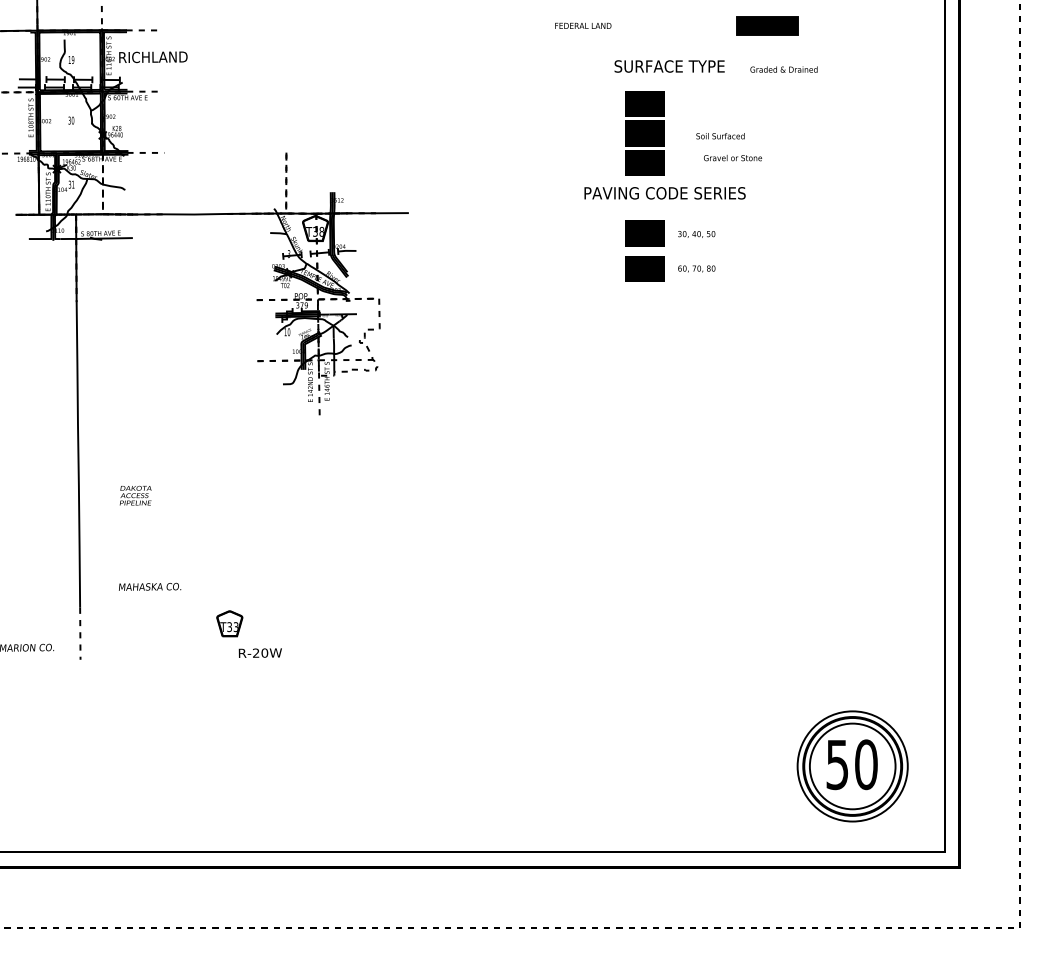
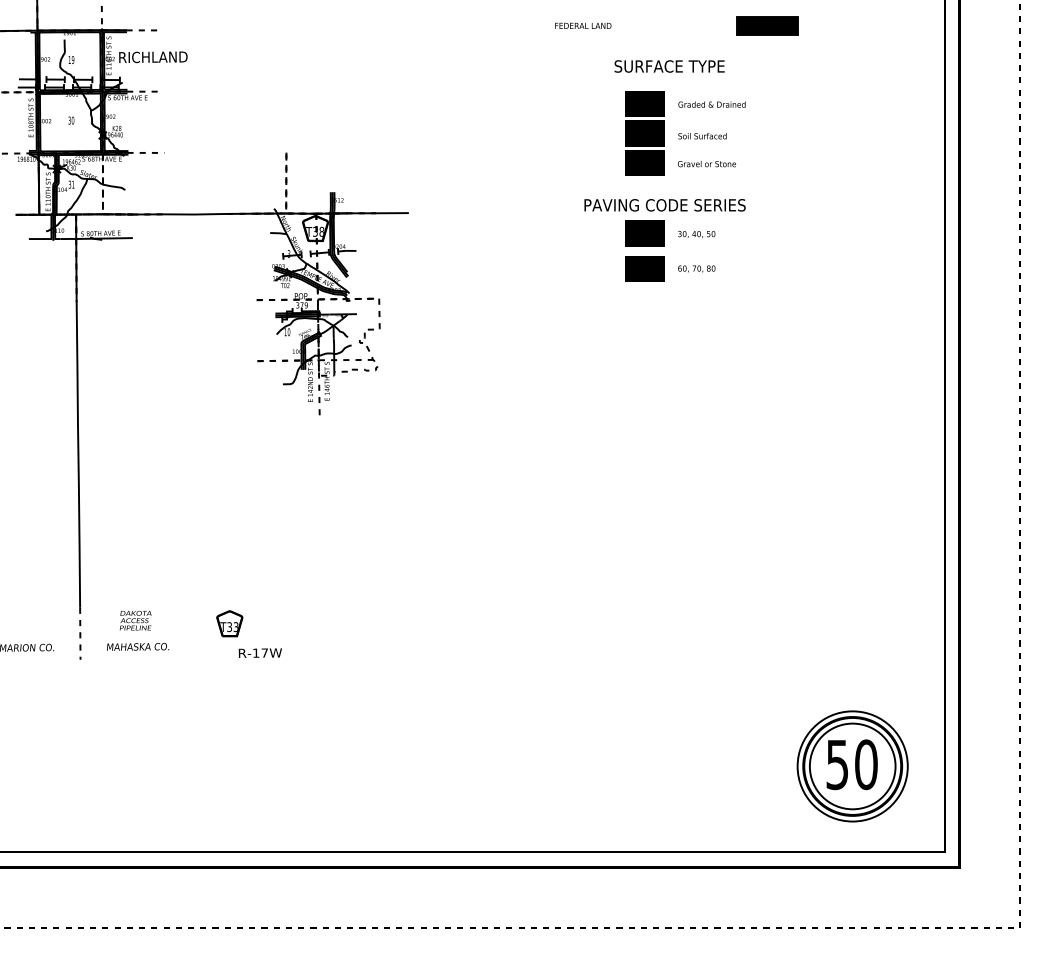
text at (783, 69) position: (783, 69) -> (711, 104)
text at (720, 136) position: (720, 136) -> (702, 136)
text at (733, 158) position: (733, 158) -> (707, 164)
text at (664, 193) position: (664, 193) -> (664, 205)
text at (135, 495) position: (135, 495) -> (135, 620)
text at (150, 586) position: (150, 586) -> (138, 646)
text at (260, 652): R-20W -> R-17W
